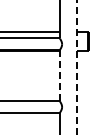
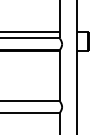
line at (77, 67): dashed -> solid
line at (59, 75): dashed -> solid
